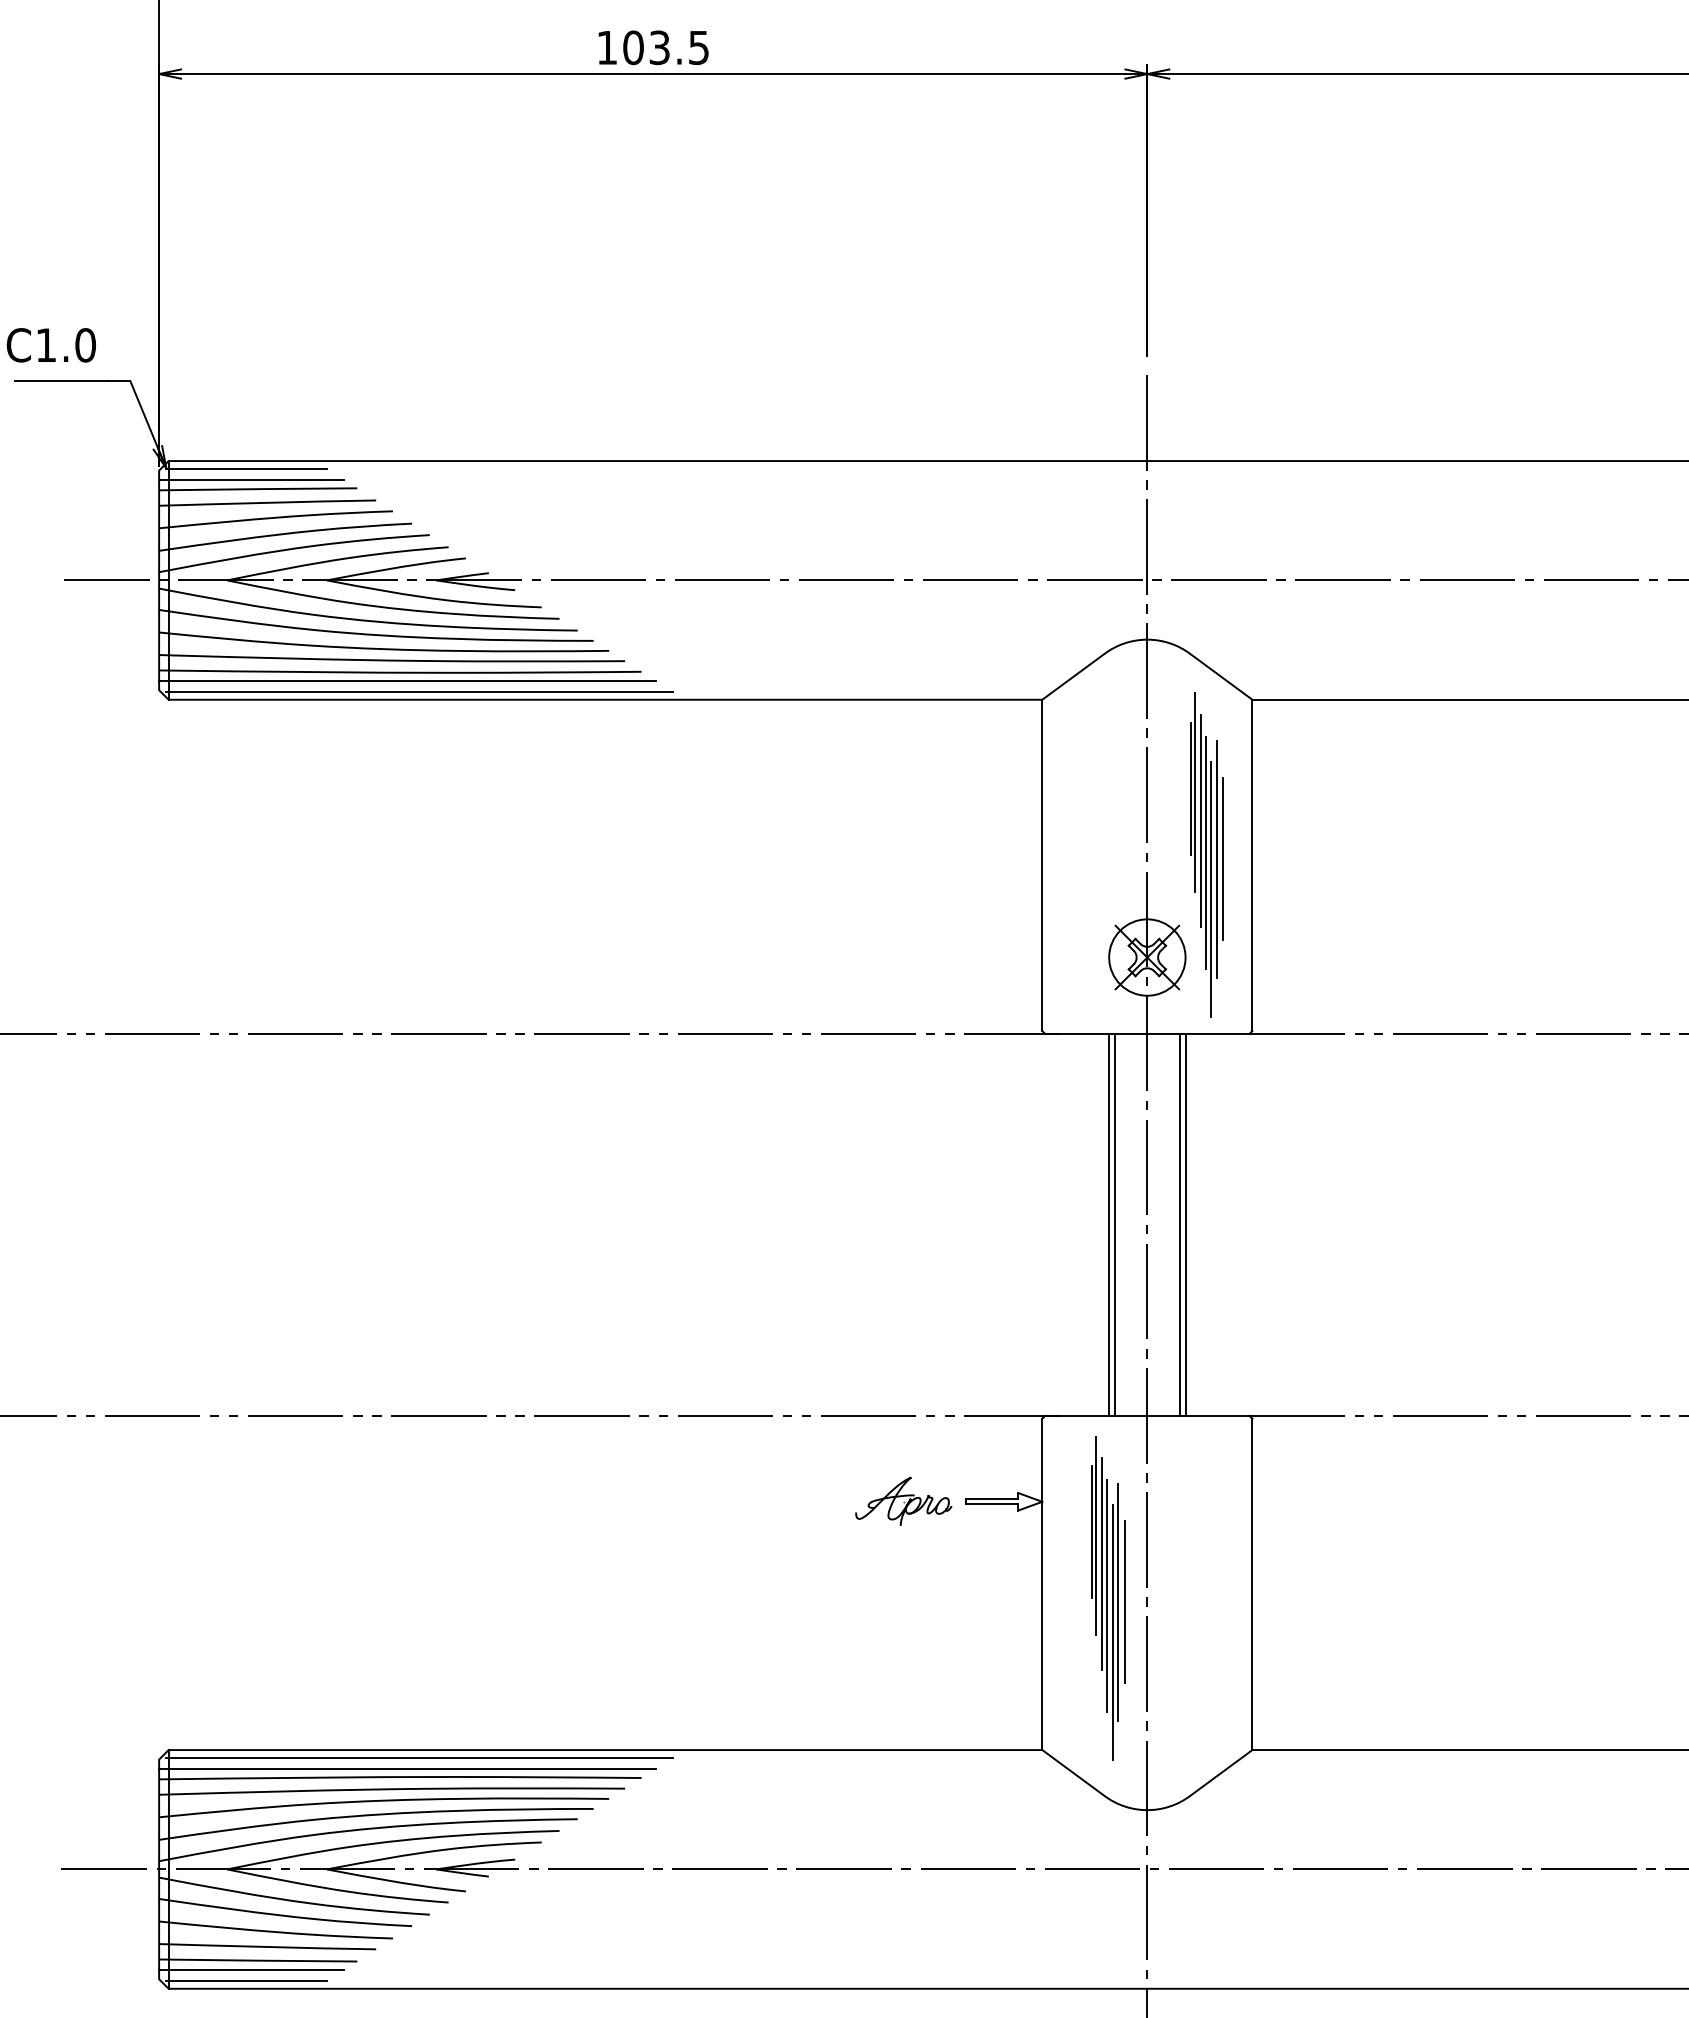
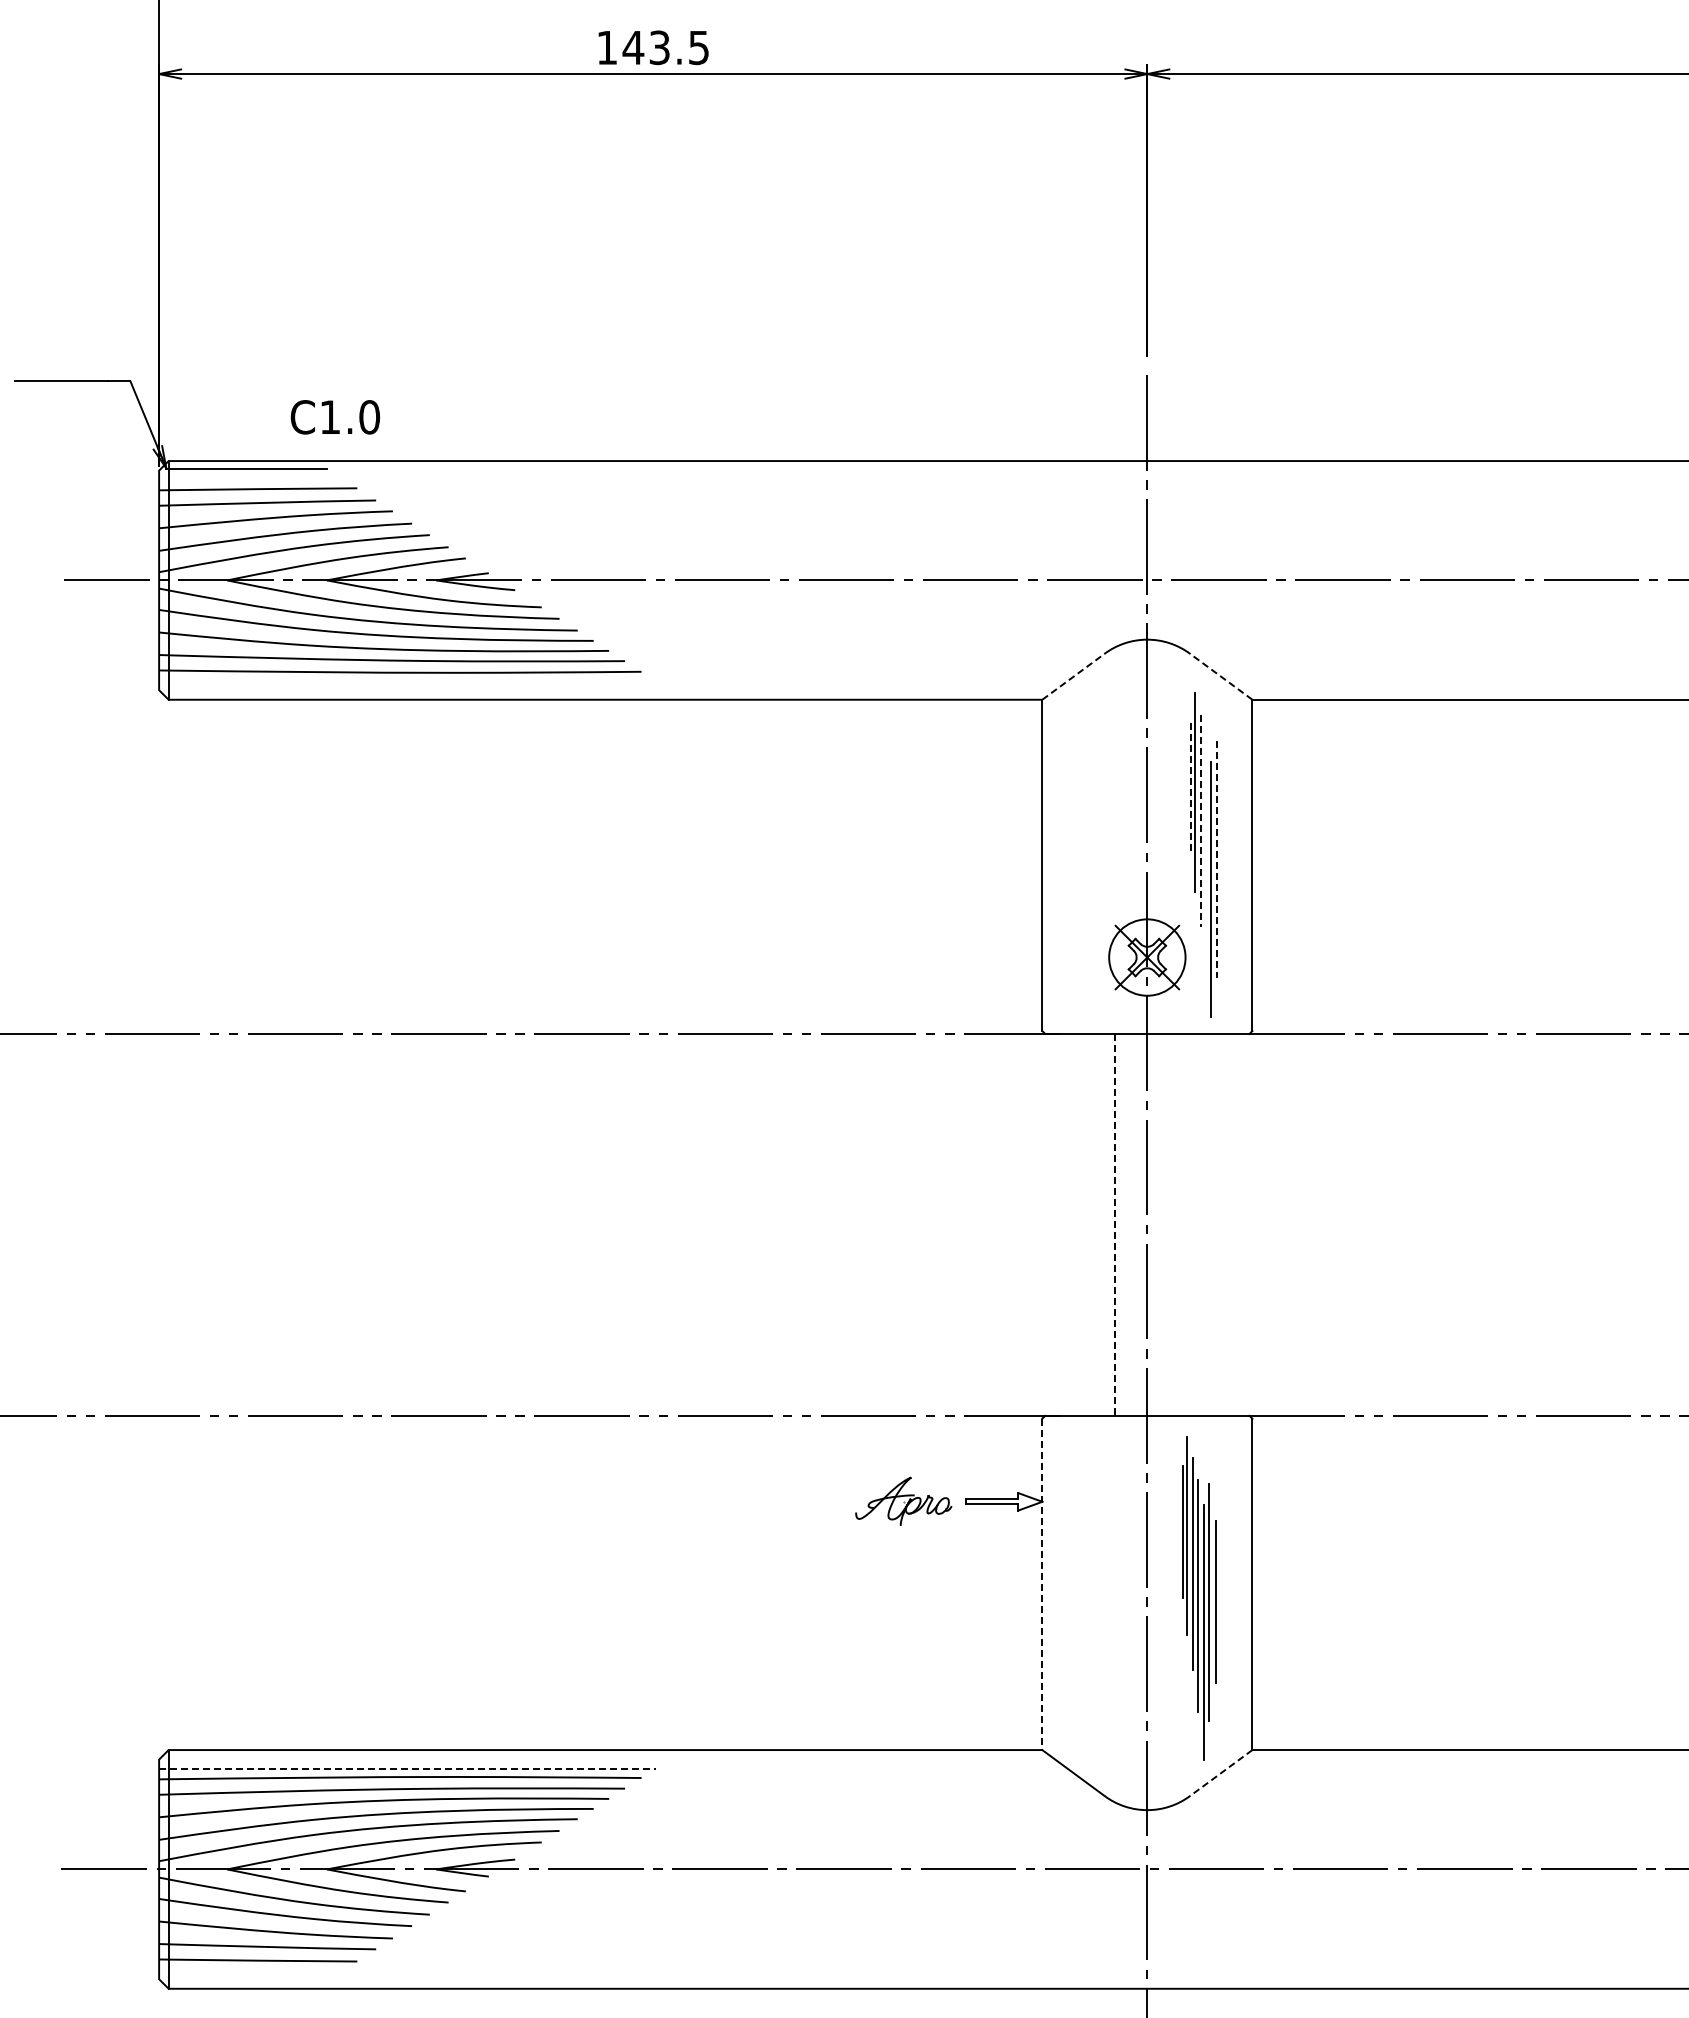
text at (633, 47): 103.5 -> 143.5
text at (50, 345) position: (50, 345) -> (334, 417)
line at (251, 479): present -> none
line at (1073, 676): solid -> dashed
line at (1221, 676): solid -> dashed
line at (407, 681): present -> none
line at (418, 691): present -> none
line at (1190, 789): solid -> dashed
line at (1200, 820): solid -> dashed
line at (1205, 852): present -> none
line at (1223, 858): present -> none
line at (1216, 859): solid -> dashed
line at (1109, 1224): present -> none
line at (1115, 1224): solid -> dashed
line at (1179, 1224): present -> none
line at (1185, 1224): present -> none
line at (1042, 1584): solid -> dashed
part at (1108, 1598) position: (1108, 1598) -> (1199, 1598)
line at (418, 1758): present -> none
line at (408, 1768): solid -> dashed
line at (1221, 1773): solid -> dashed
line at (251, 1970): present -> none
line at (246, 1980): present -> none
